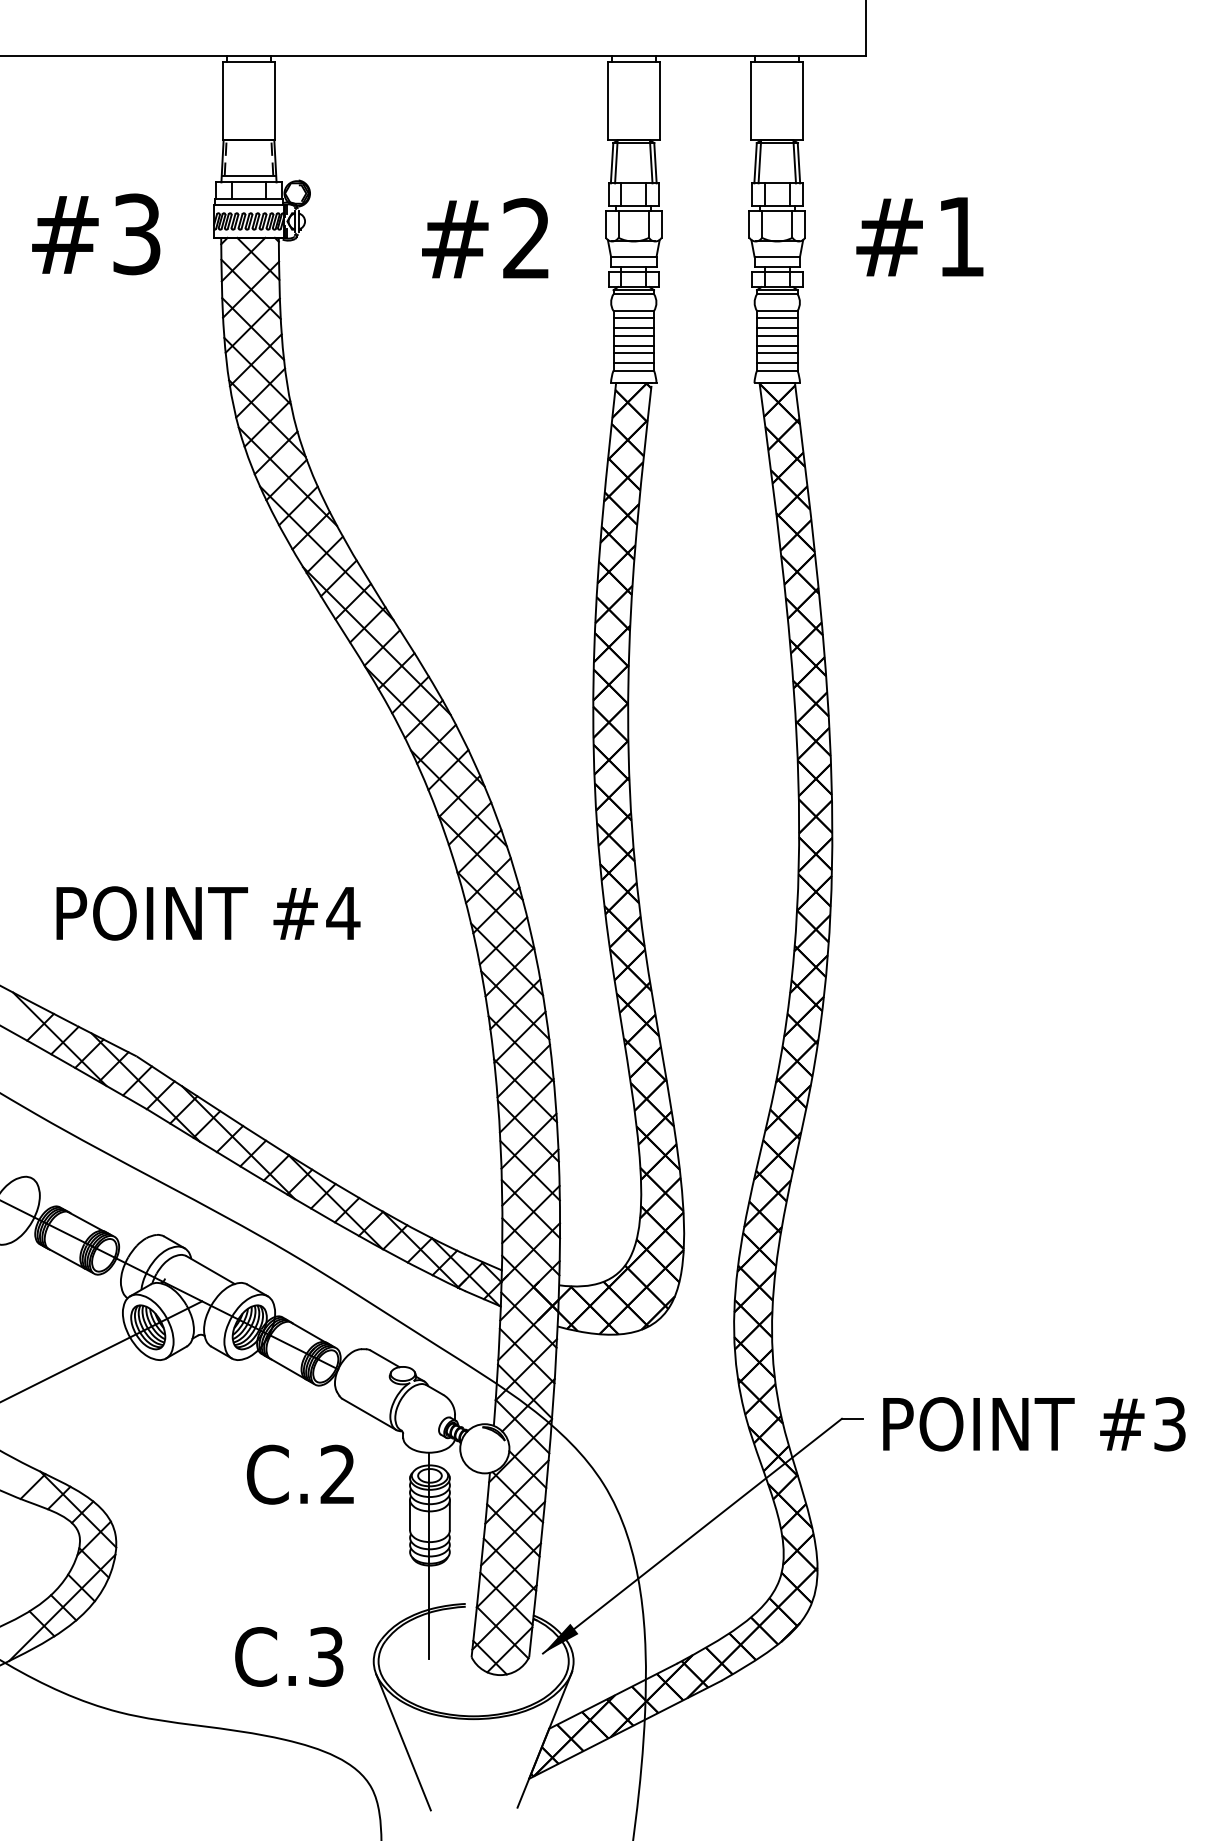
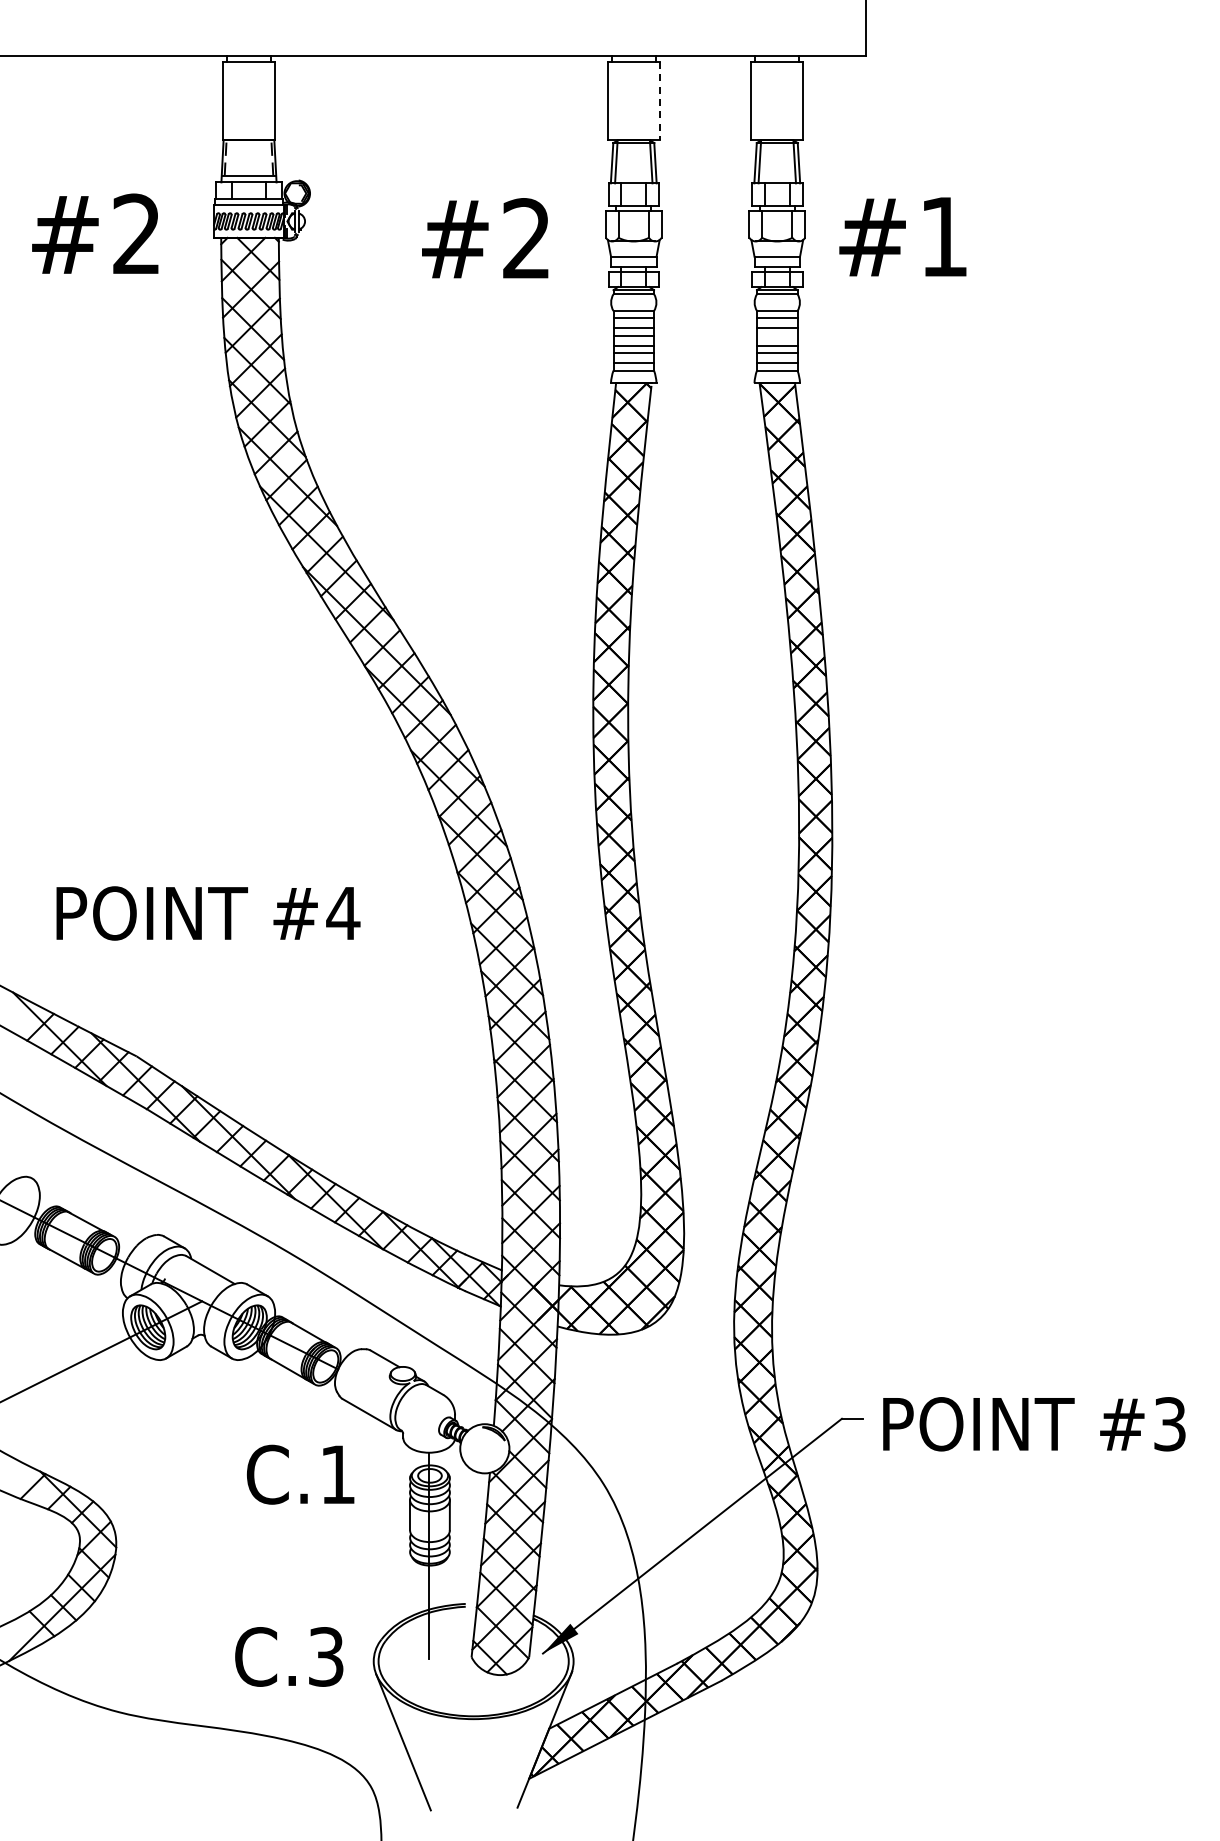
line at (659, 101): solid -> dashed
text at (136, 234): #3 -> #2
text at (919, 236) position: (919, 236) -> (902, 236)
line at (777, 335): present -> none
text at (337, 1473): C.2 -> C.1
